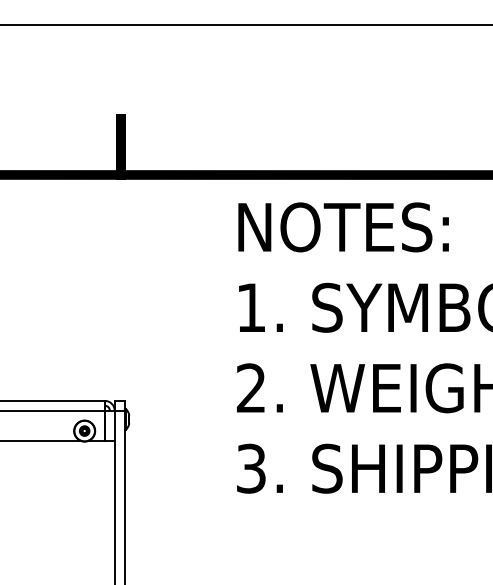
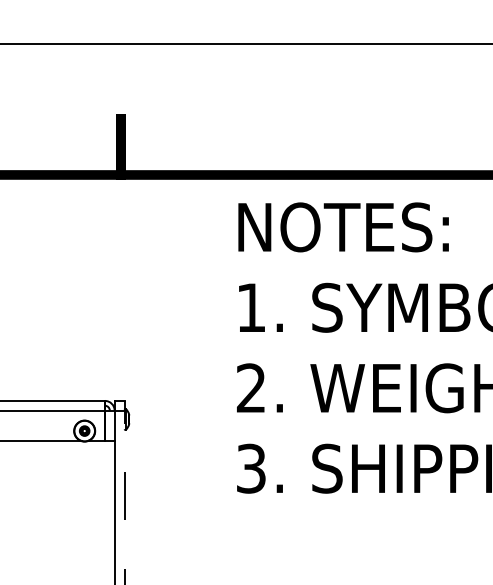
line at (245, 24) position: (245, 24) -> (245, 43)
line at (124, 492): solid -> dashed
